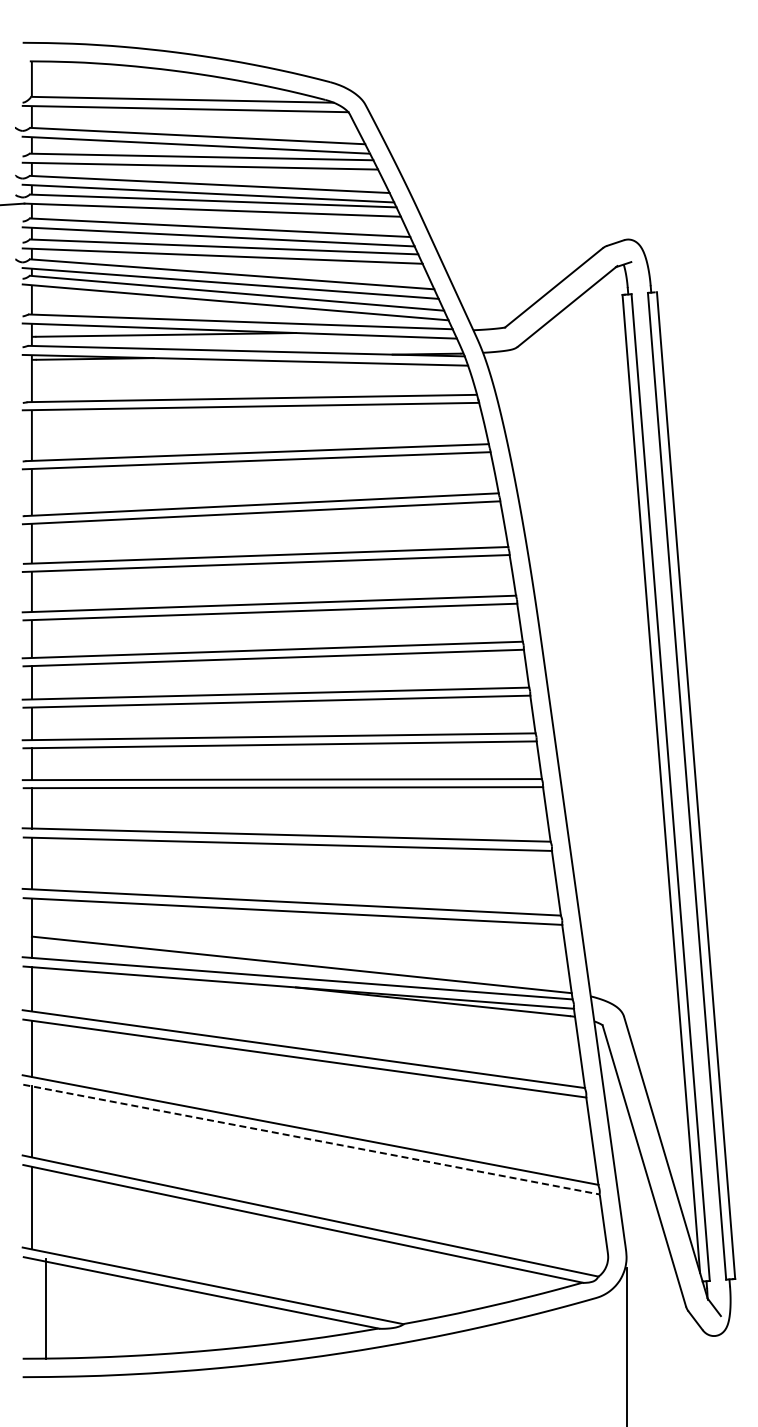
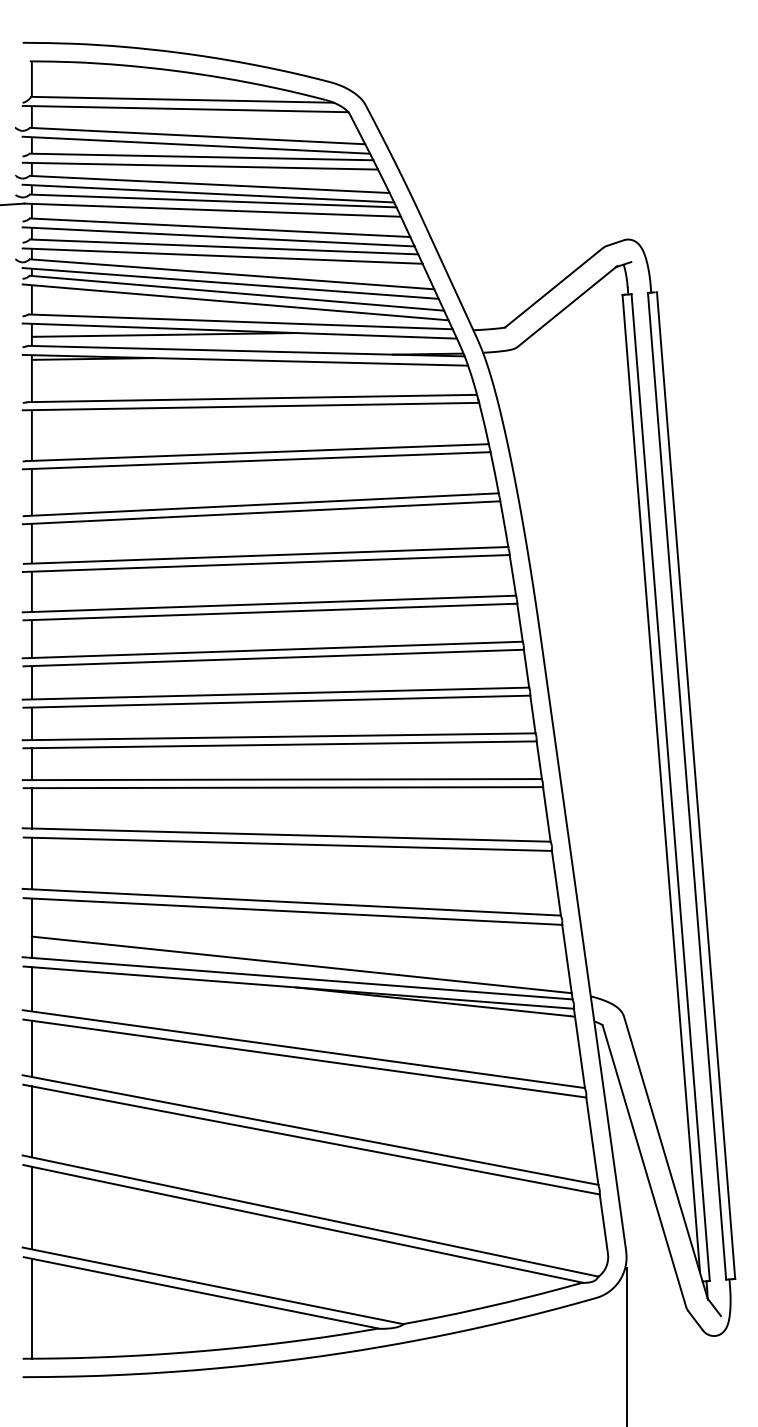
line at (312, 1139): dashed -> solid
line at (45, 1308) position: (45, 1308) -> (31, 1308)
